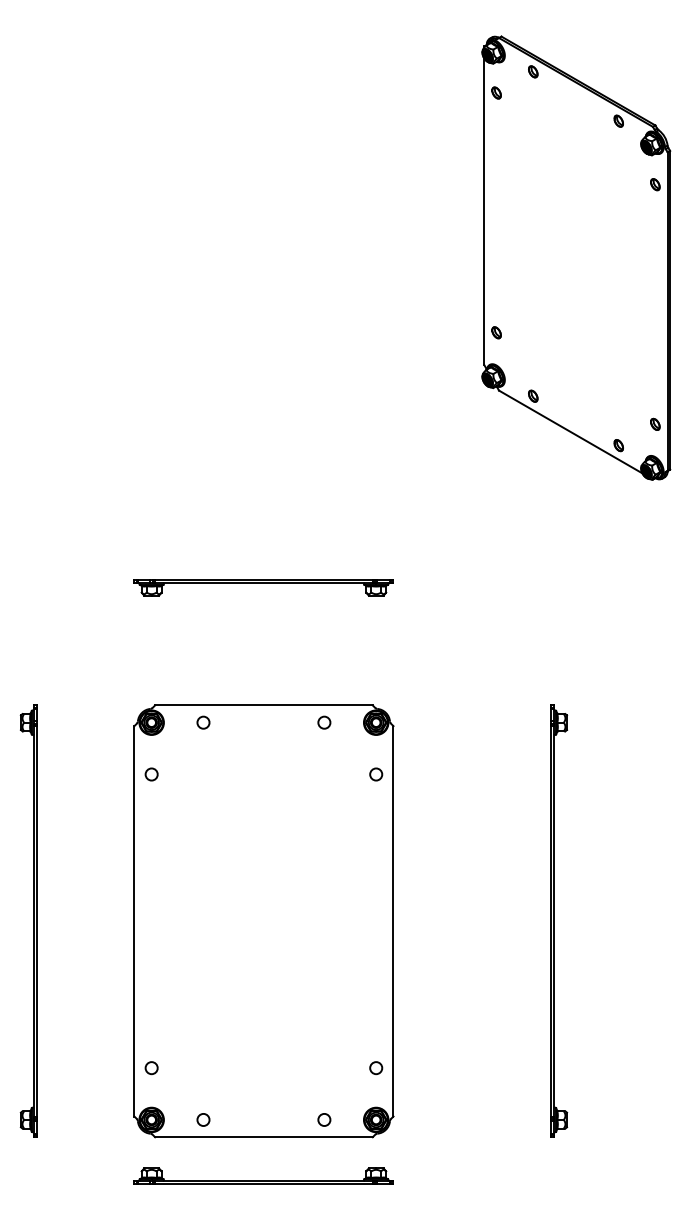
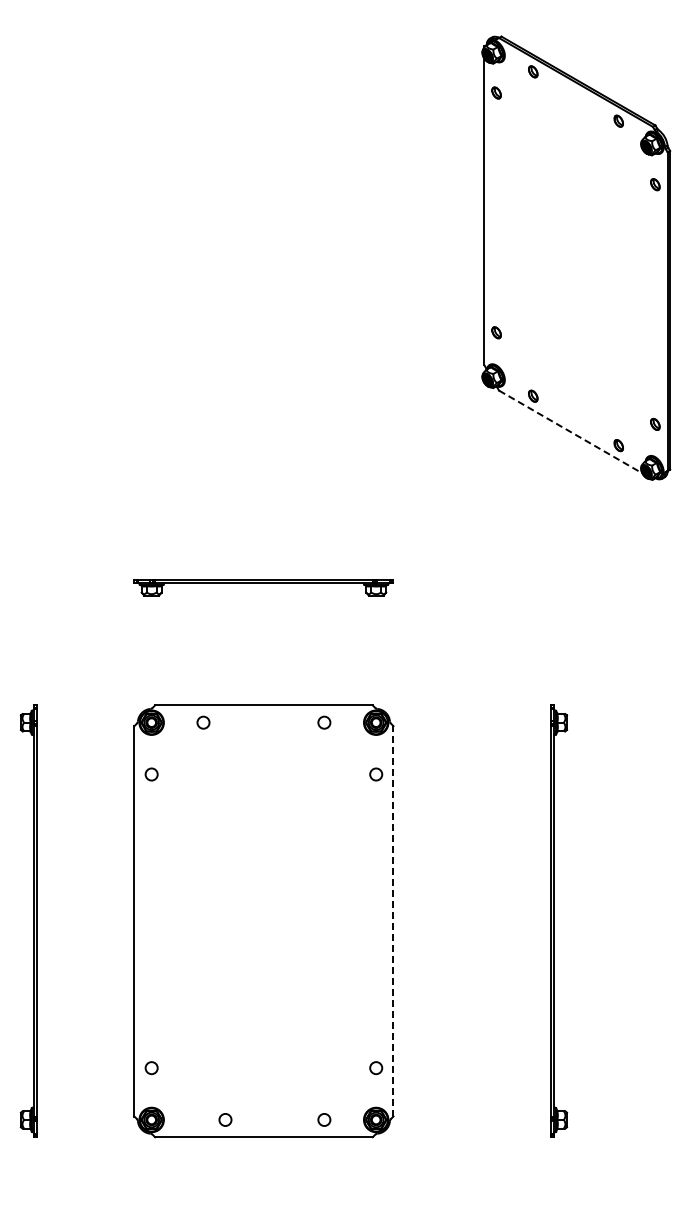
line at (570, 432): solid -> dashed
line at (393, 920): solid -> dashed
circle at (203, 1119) position: (203, 1119) -> (225, 1119)
part at (263, 1175): present -> none
